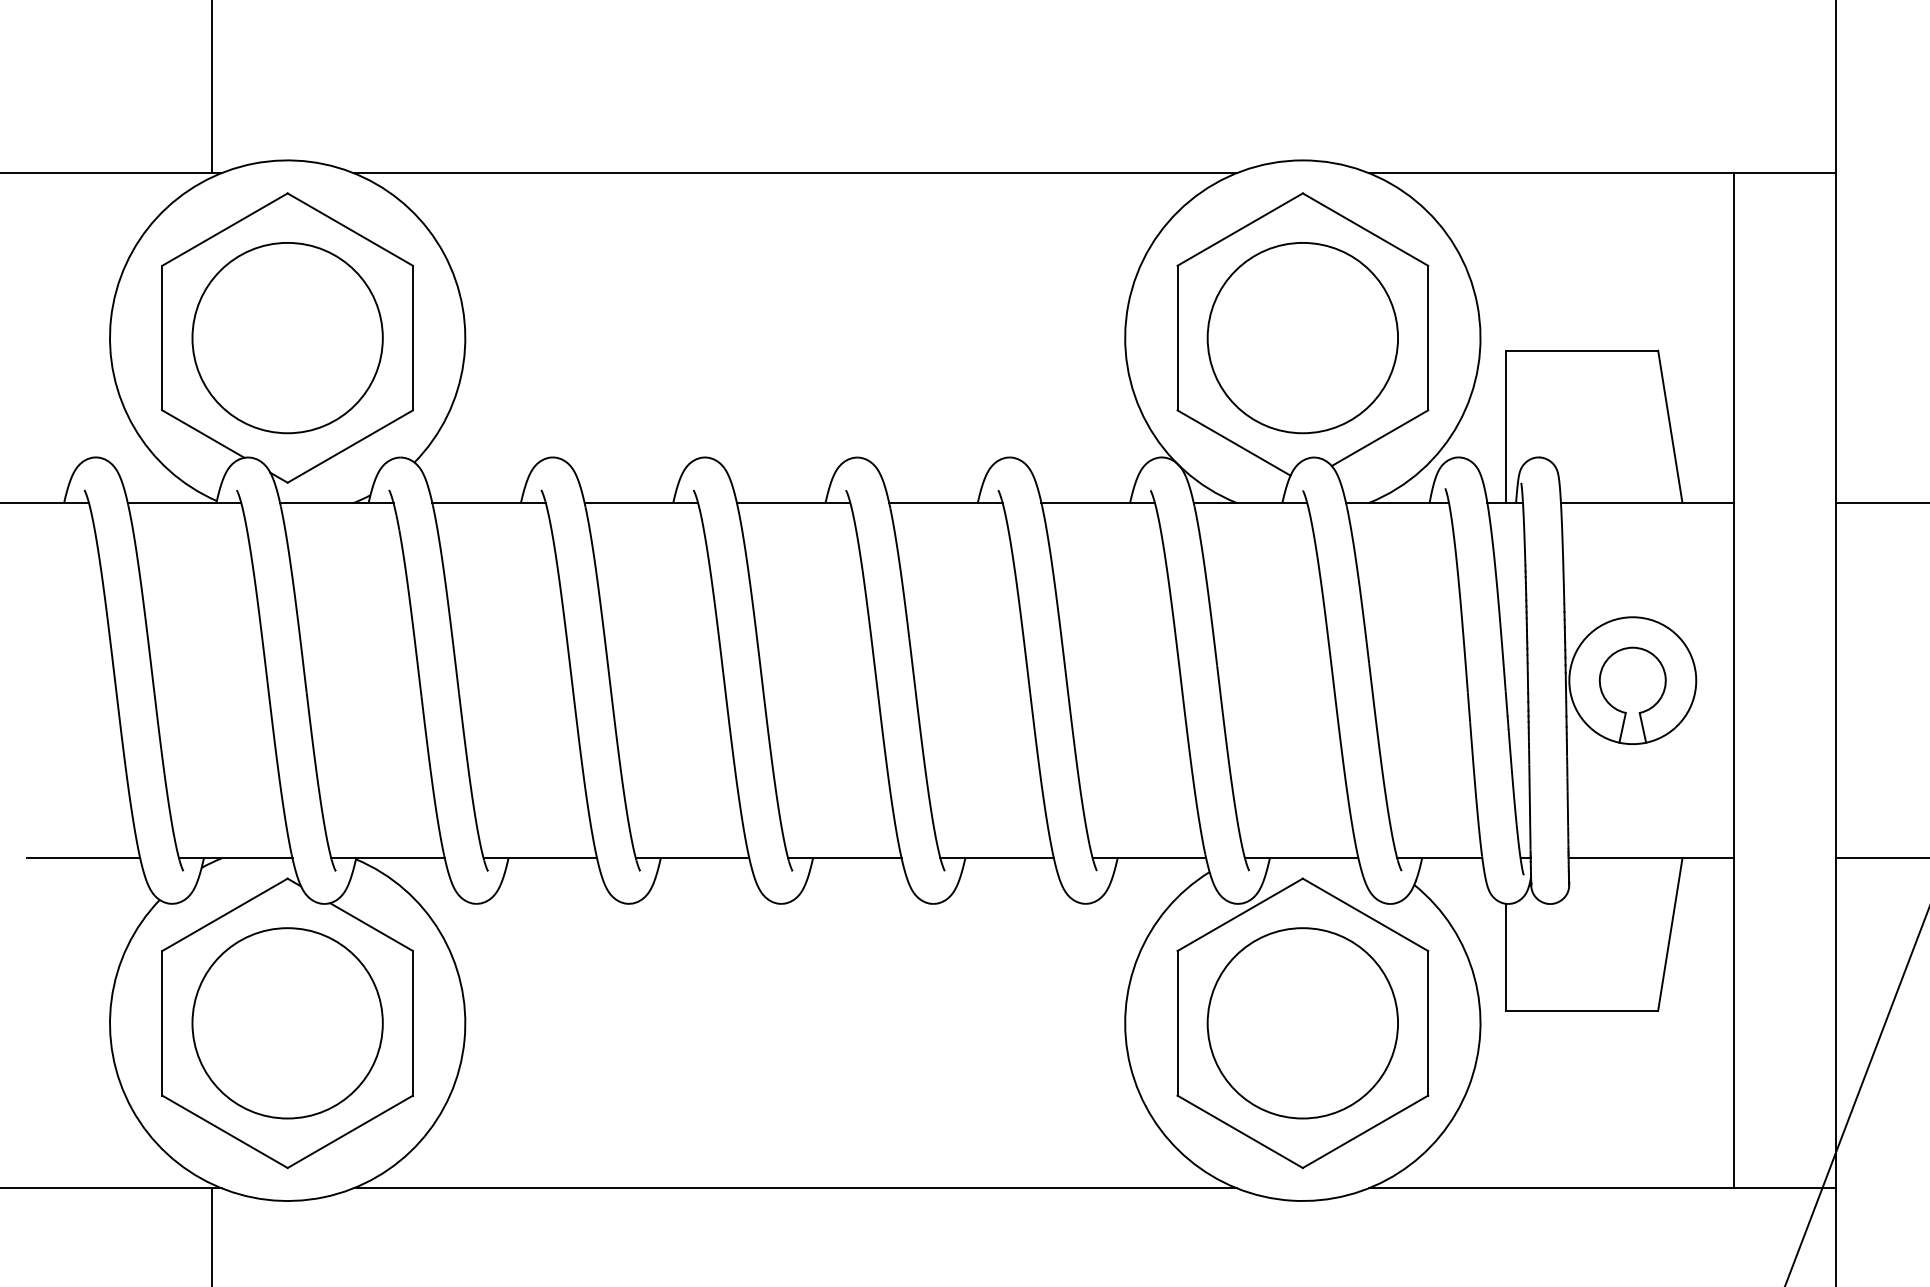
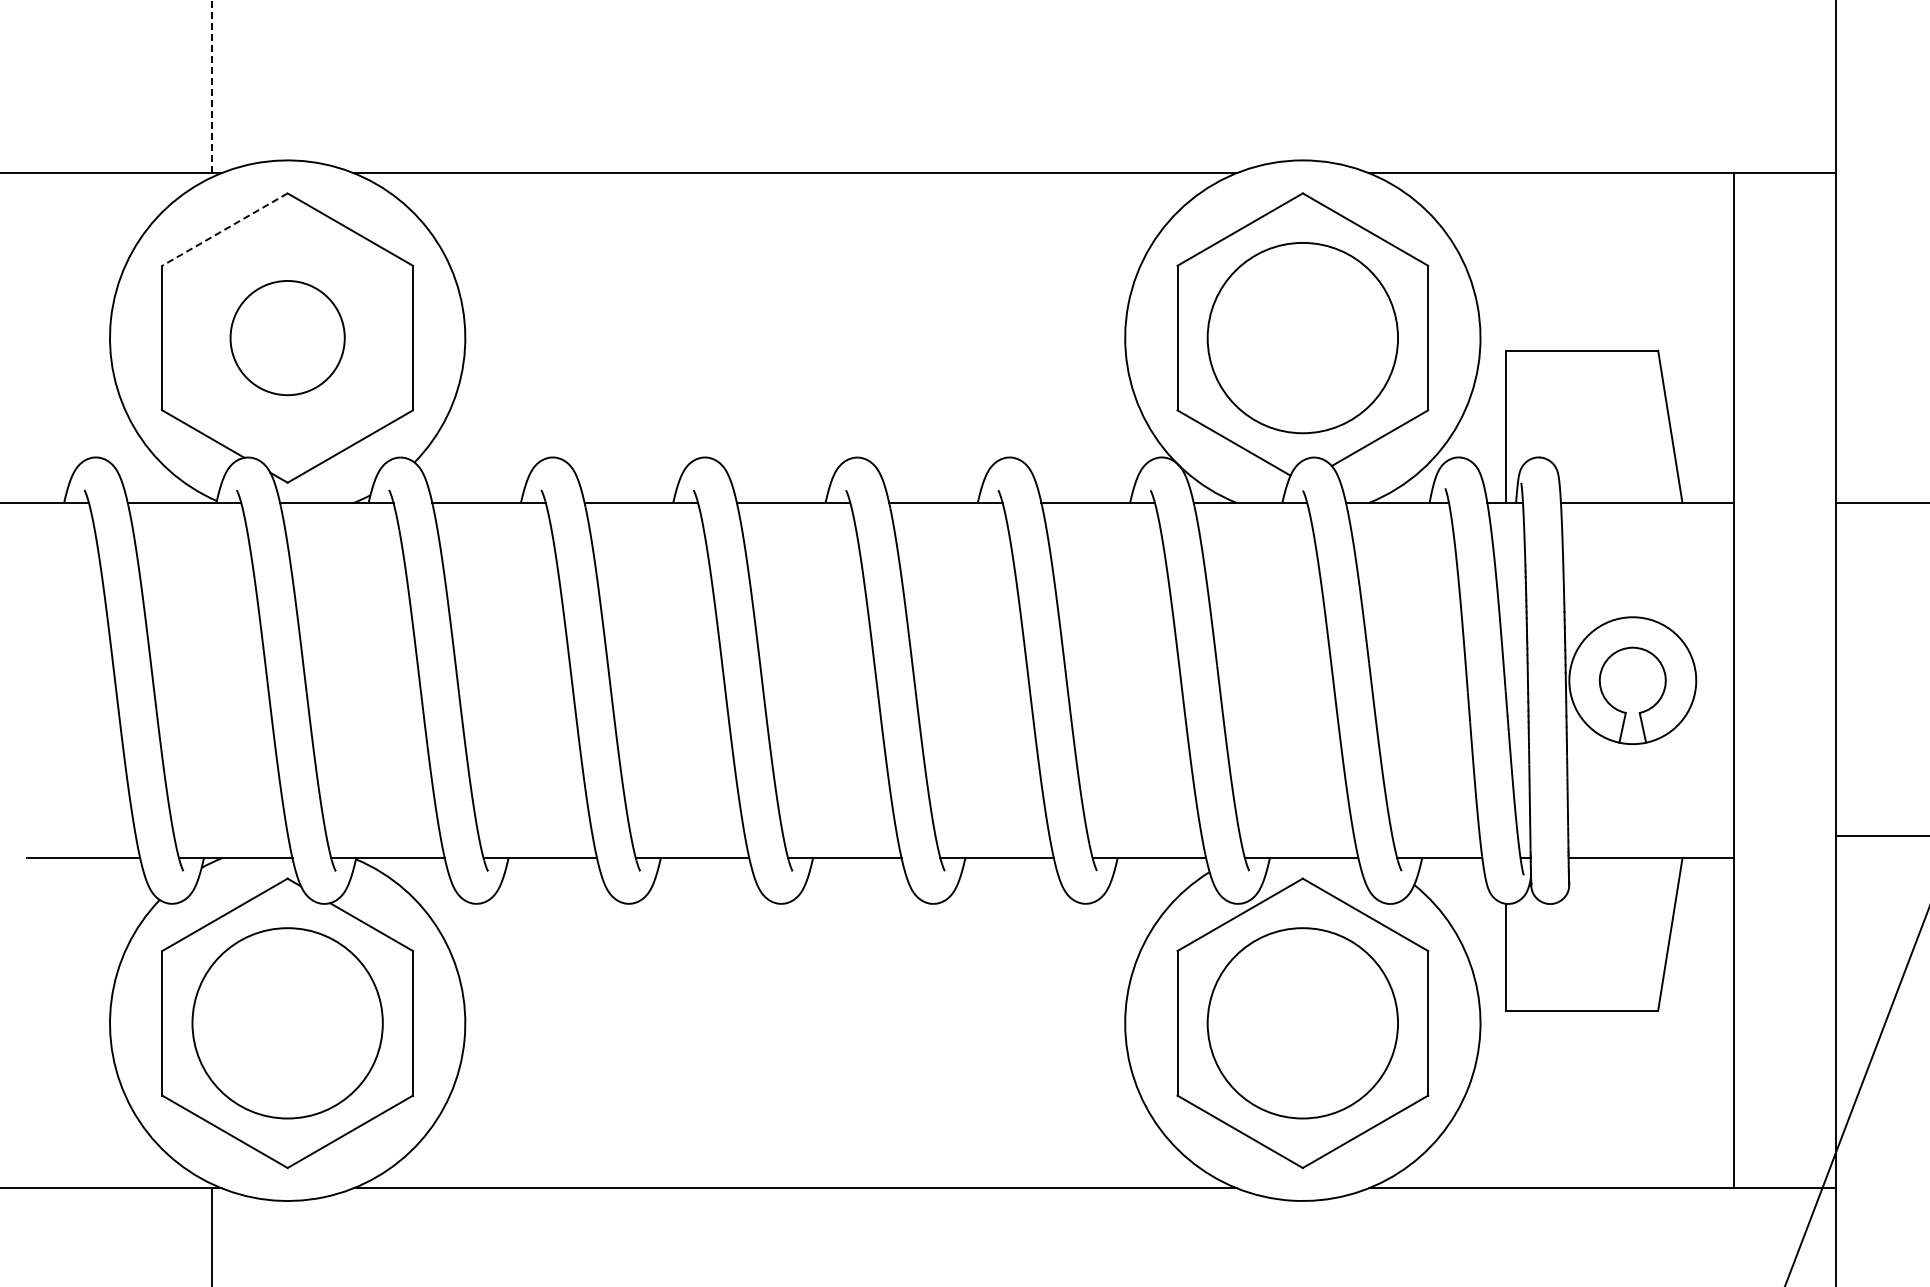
line at (211, 86): solid -> dashed
line at (224, 229): solid -> dashed
circle at (287, 337) diameter: 190 px -> 114 px
line at (1880, 858) position: (1880, 858) -> (1880, 836)
